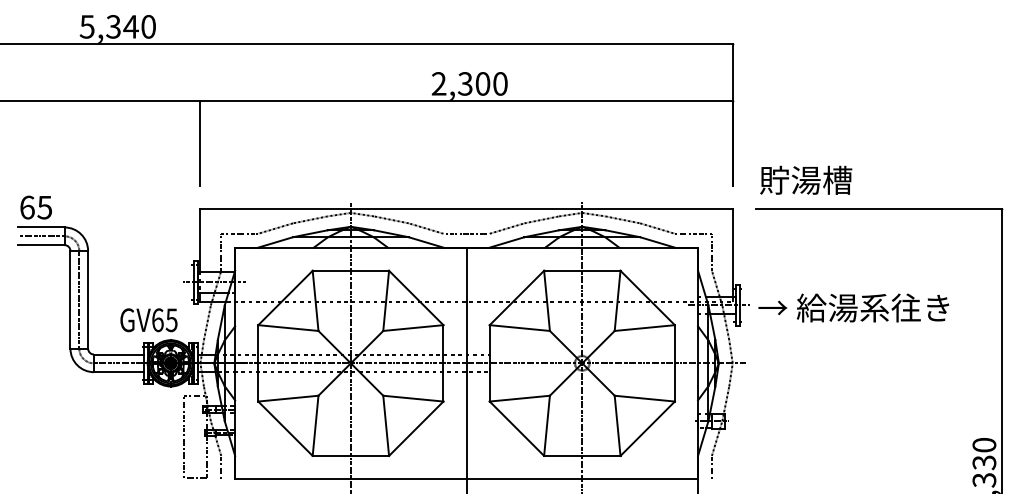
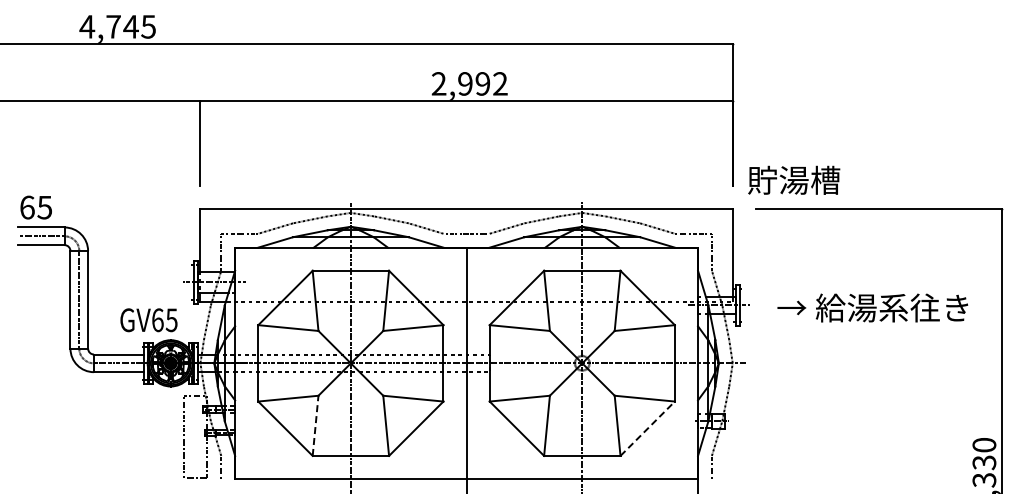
text at (117, 26): 5,340 -> 4,745
text at (482, 83): 2,300 -> 2,992
text at (806, 179) position: (806, 179) -> (794, 179)
text at (853, 307) position: (853, 307) -> (872, 307)
line at (315, 425): solid -> dashed
line at (648, 428): solid -> dashed
